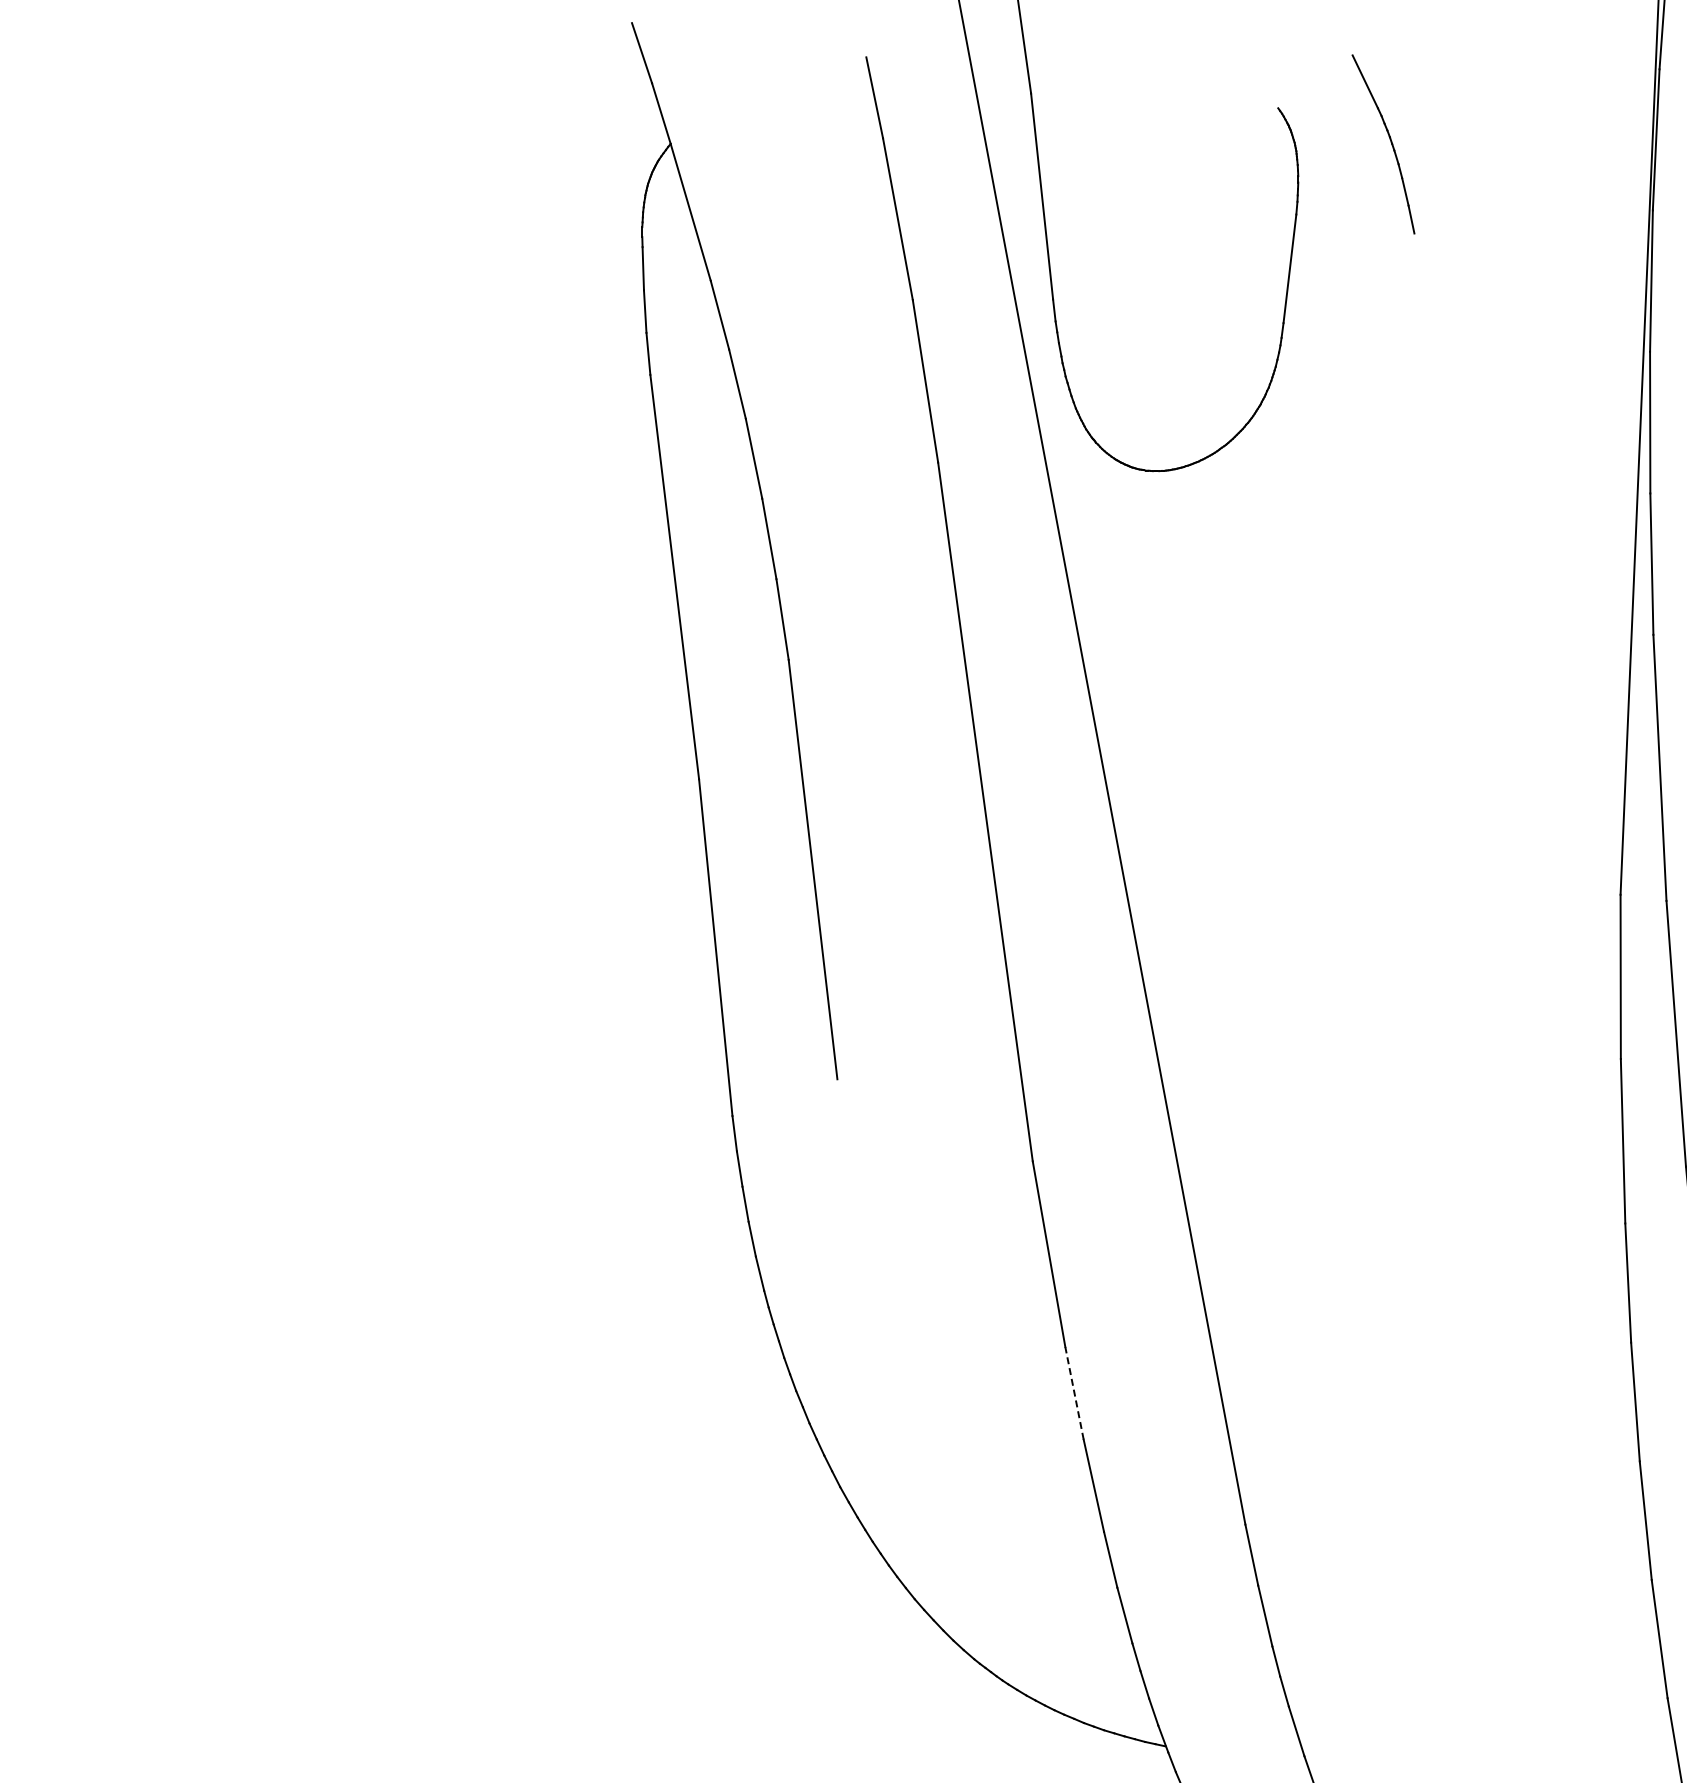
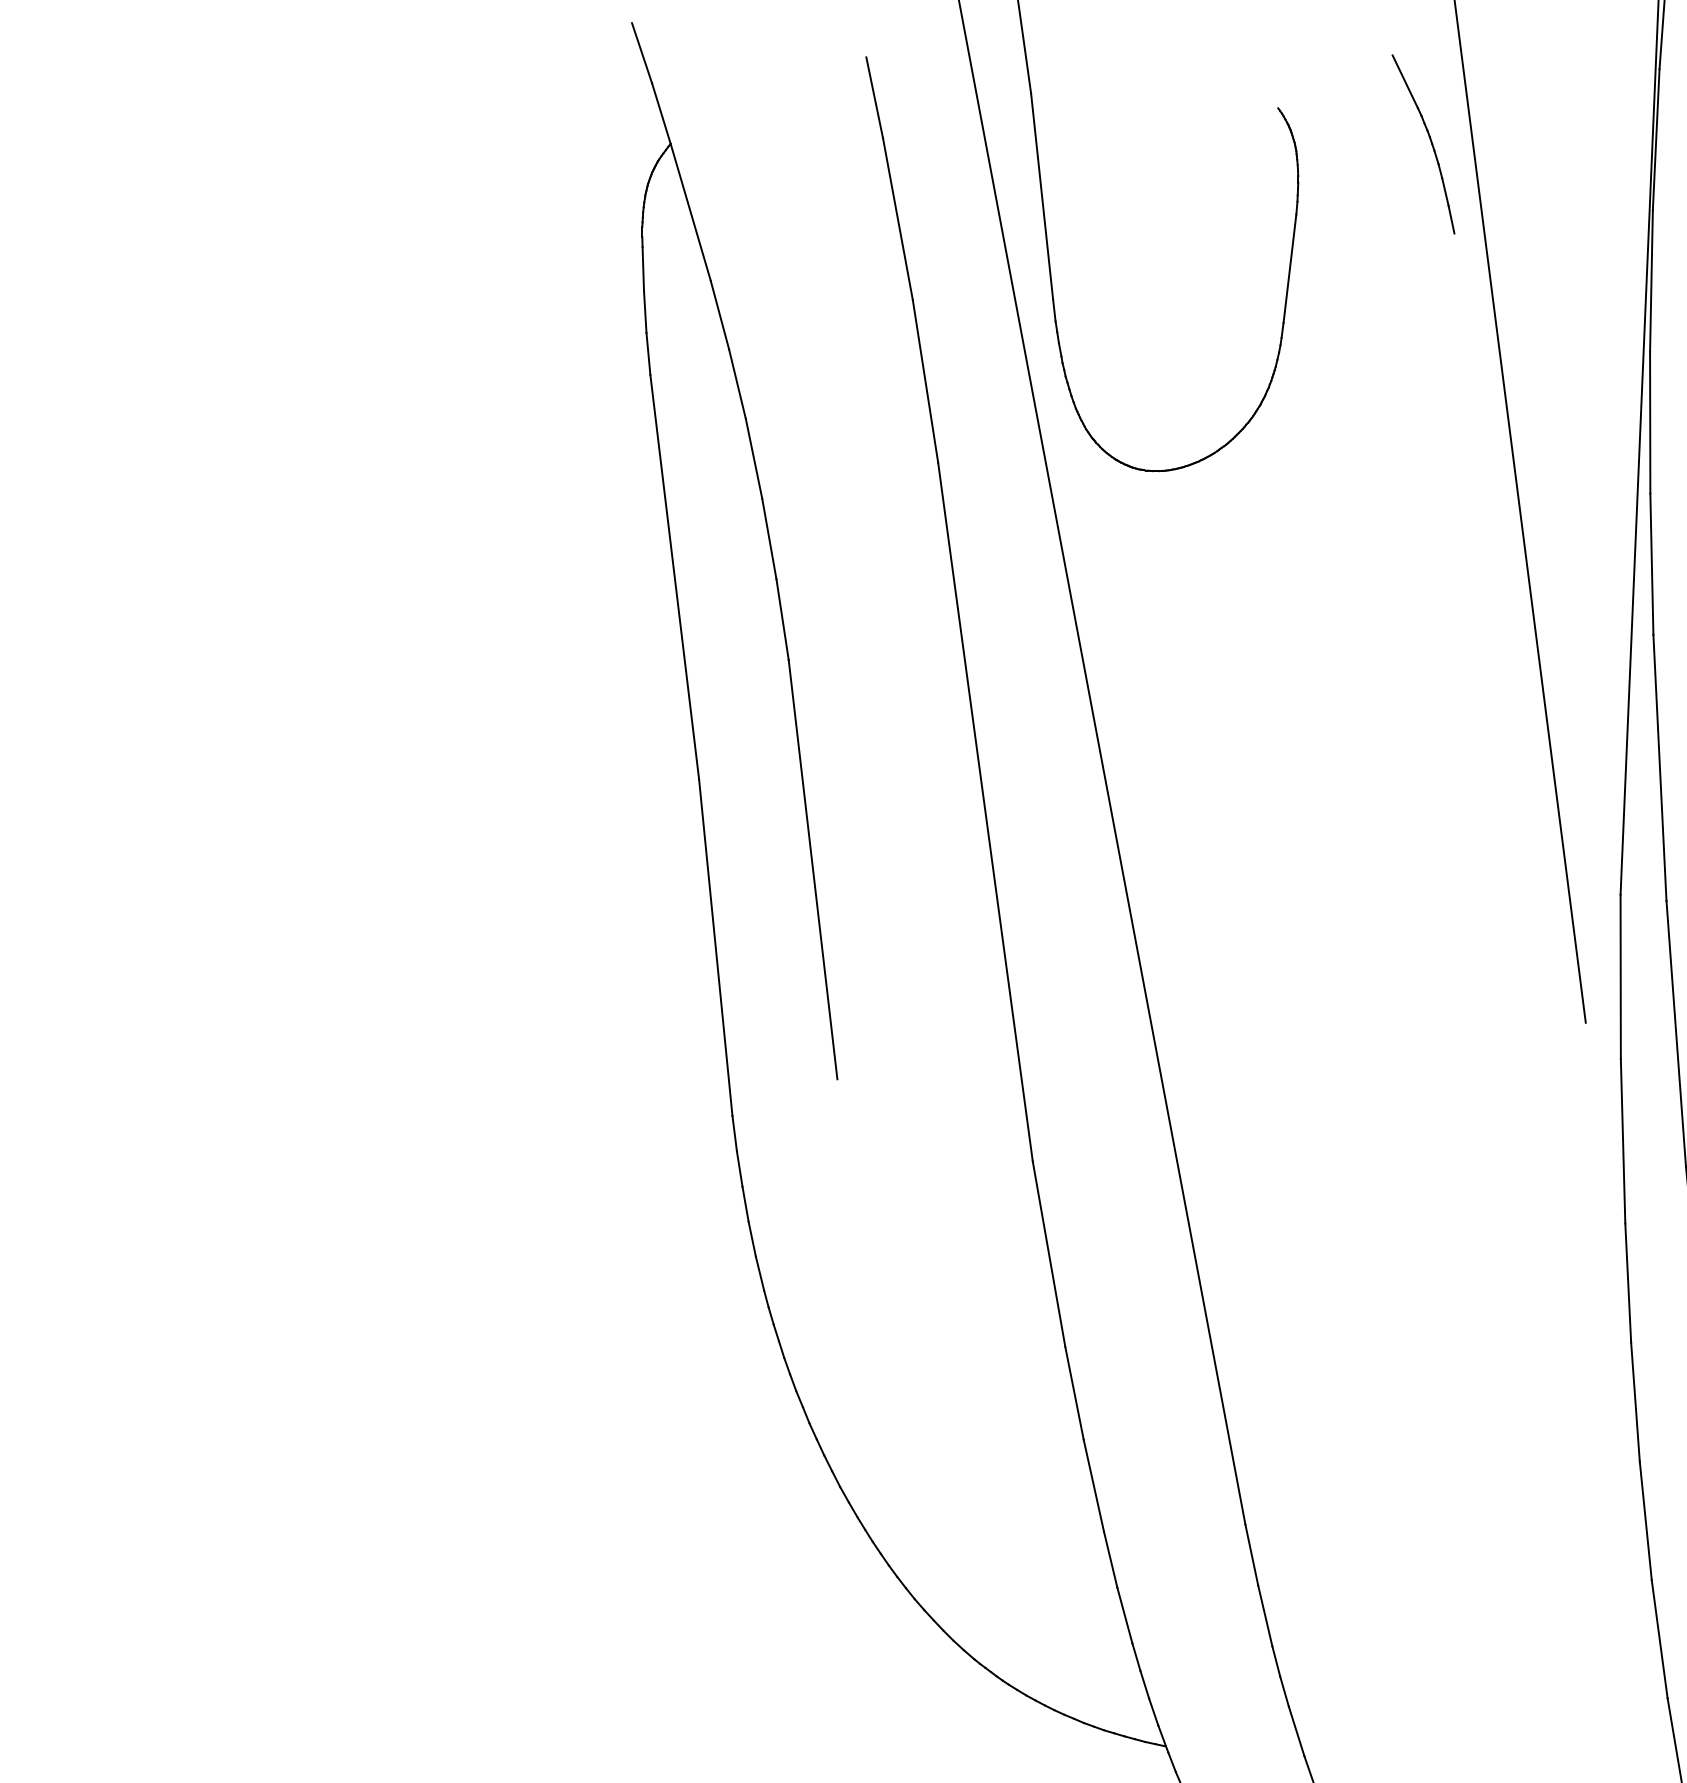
part at (1390, 142) position: (1390, 142) -> (1430, 142)
line at (1519, 512): none -> present
line at (1074, 1392): dashed -> solid
